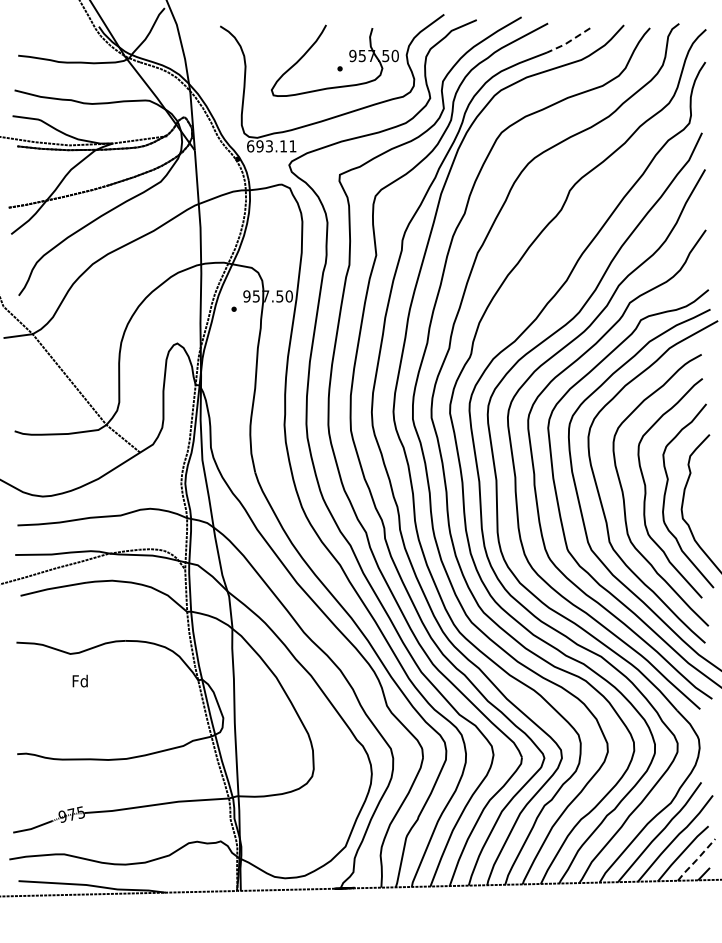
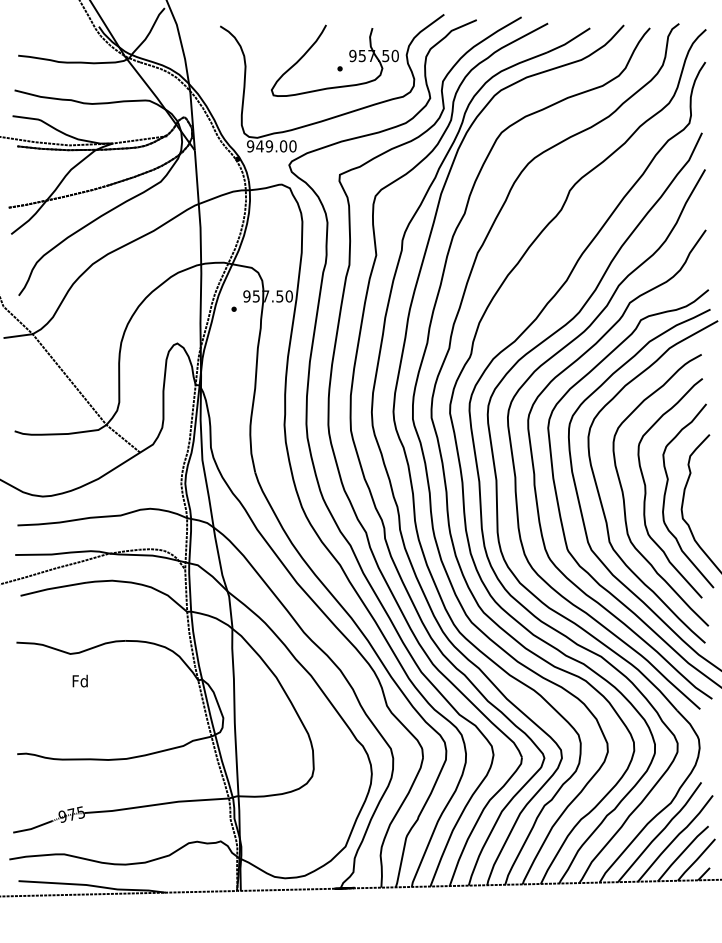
line at (568, 41): dashed -> solid
text at (271, 146): 693.11 -> 949.00
line at (696, 860): dashed -> solid
